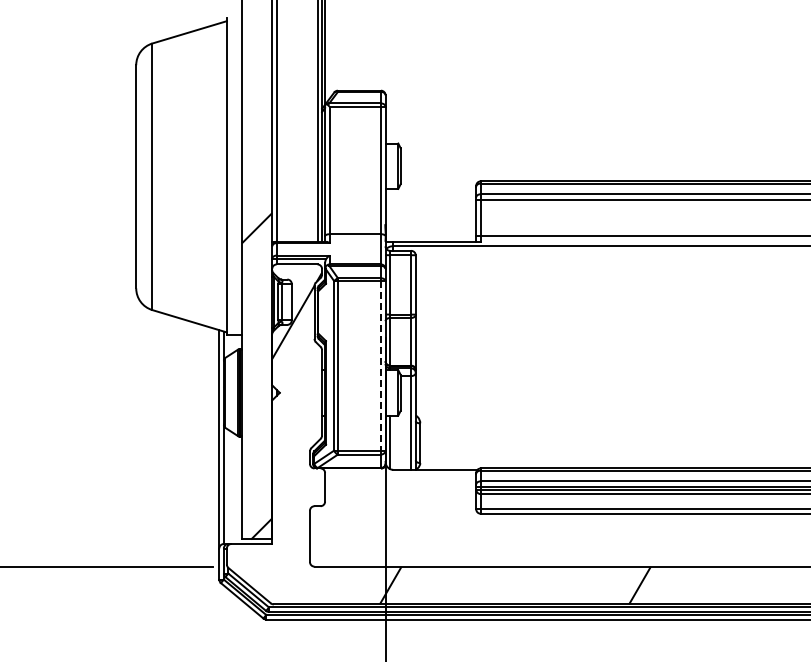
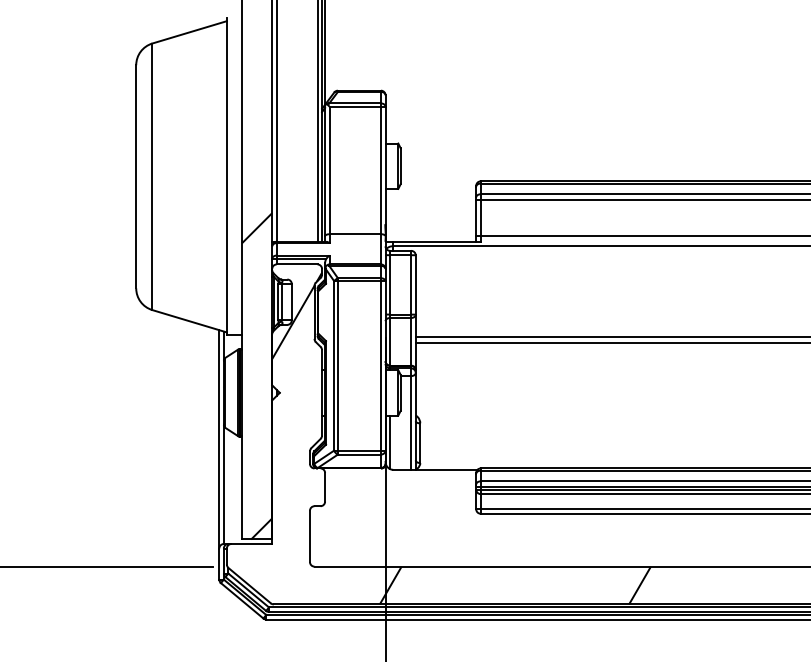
line at (611, 336): none -> present
line at (611, 342): none -> present
line at (381, 365): dashed -> solid
